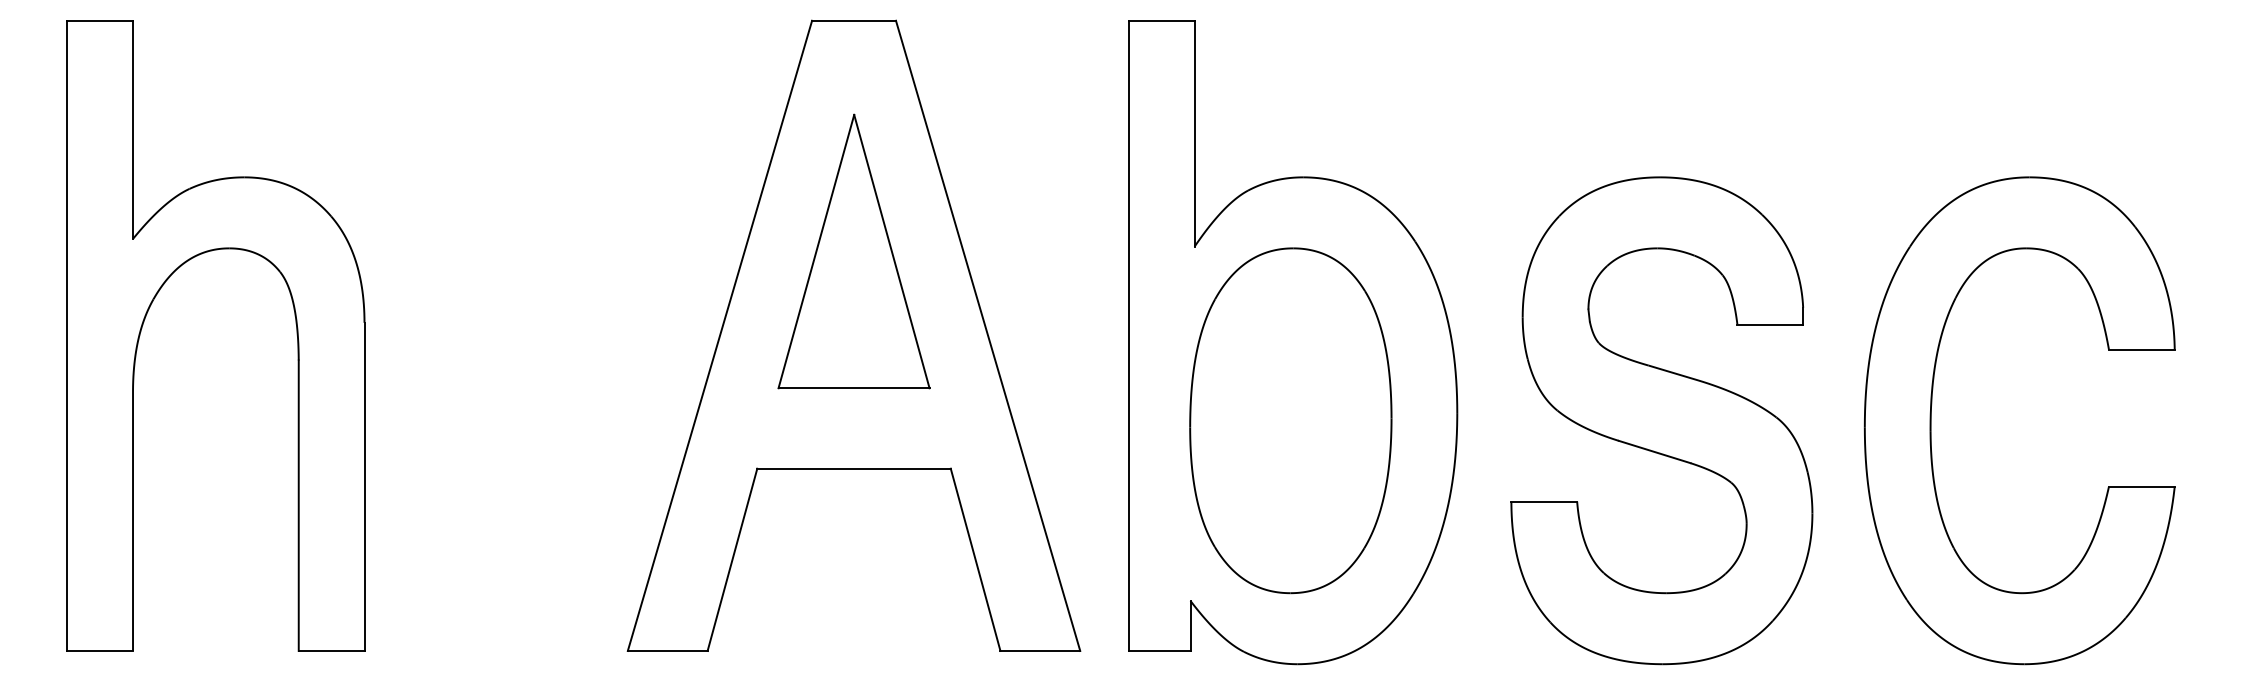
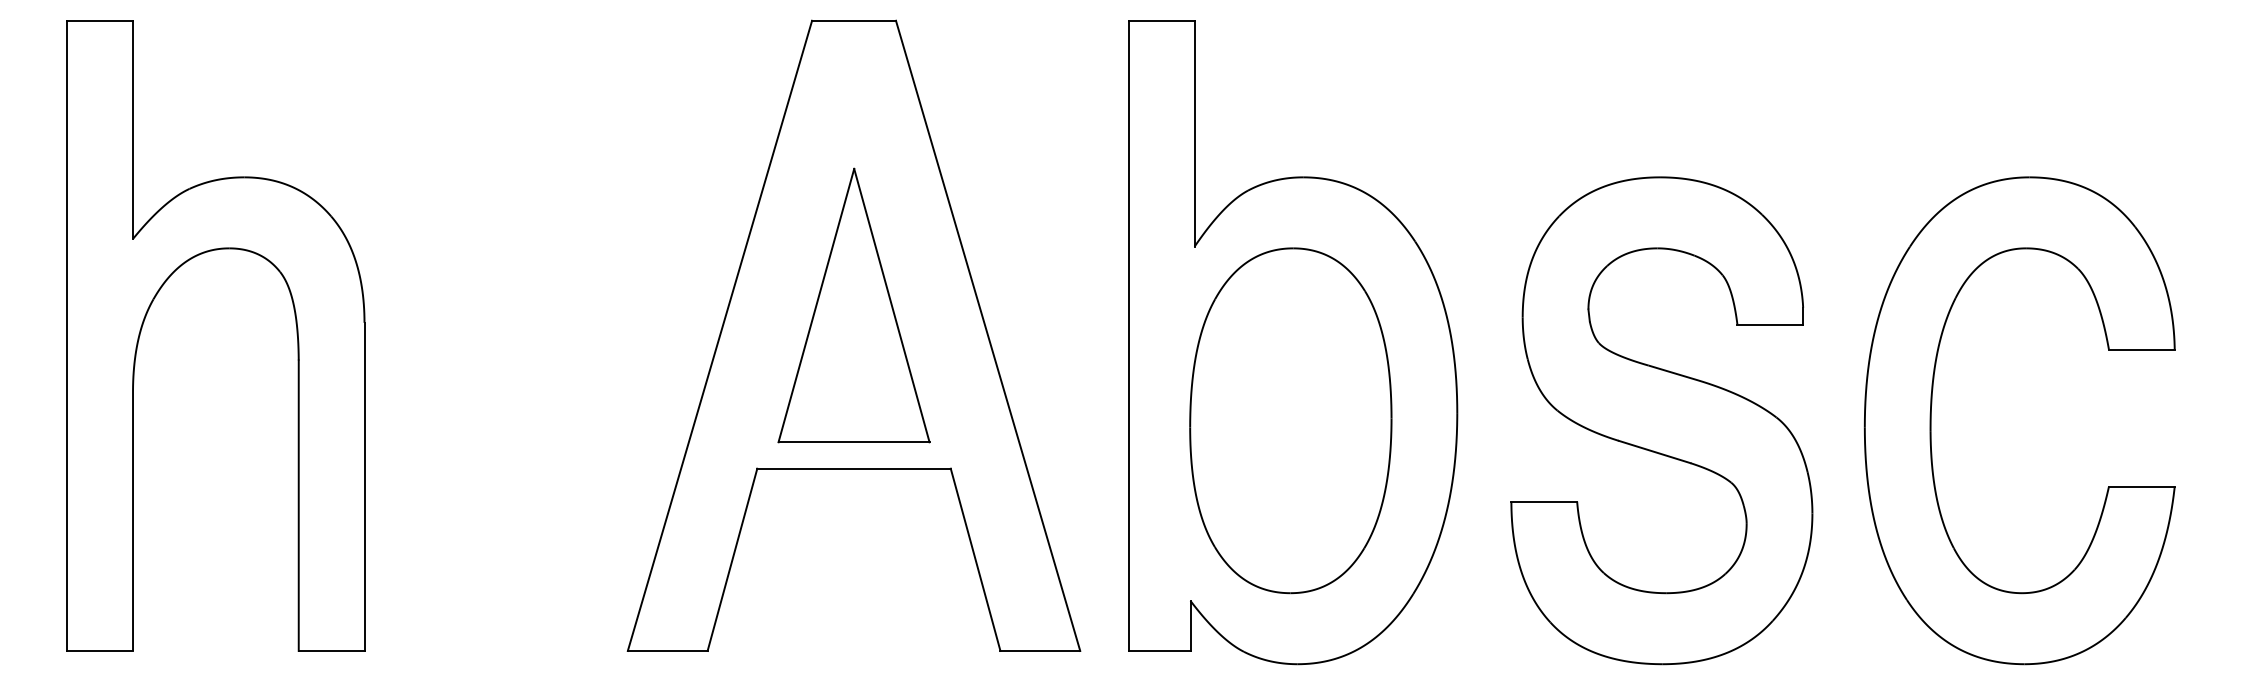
part at (853, 251) position: (853, 251) -> (853, 305)
